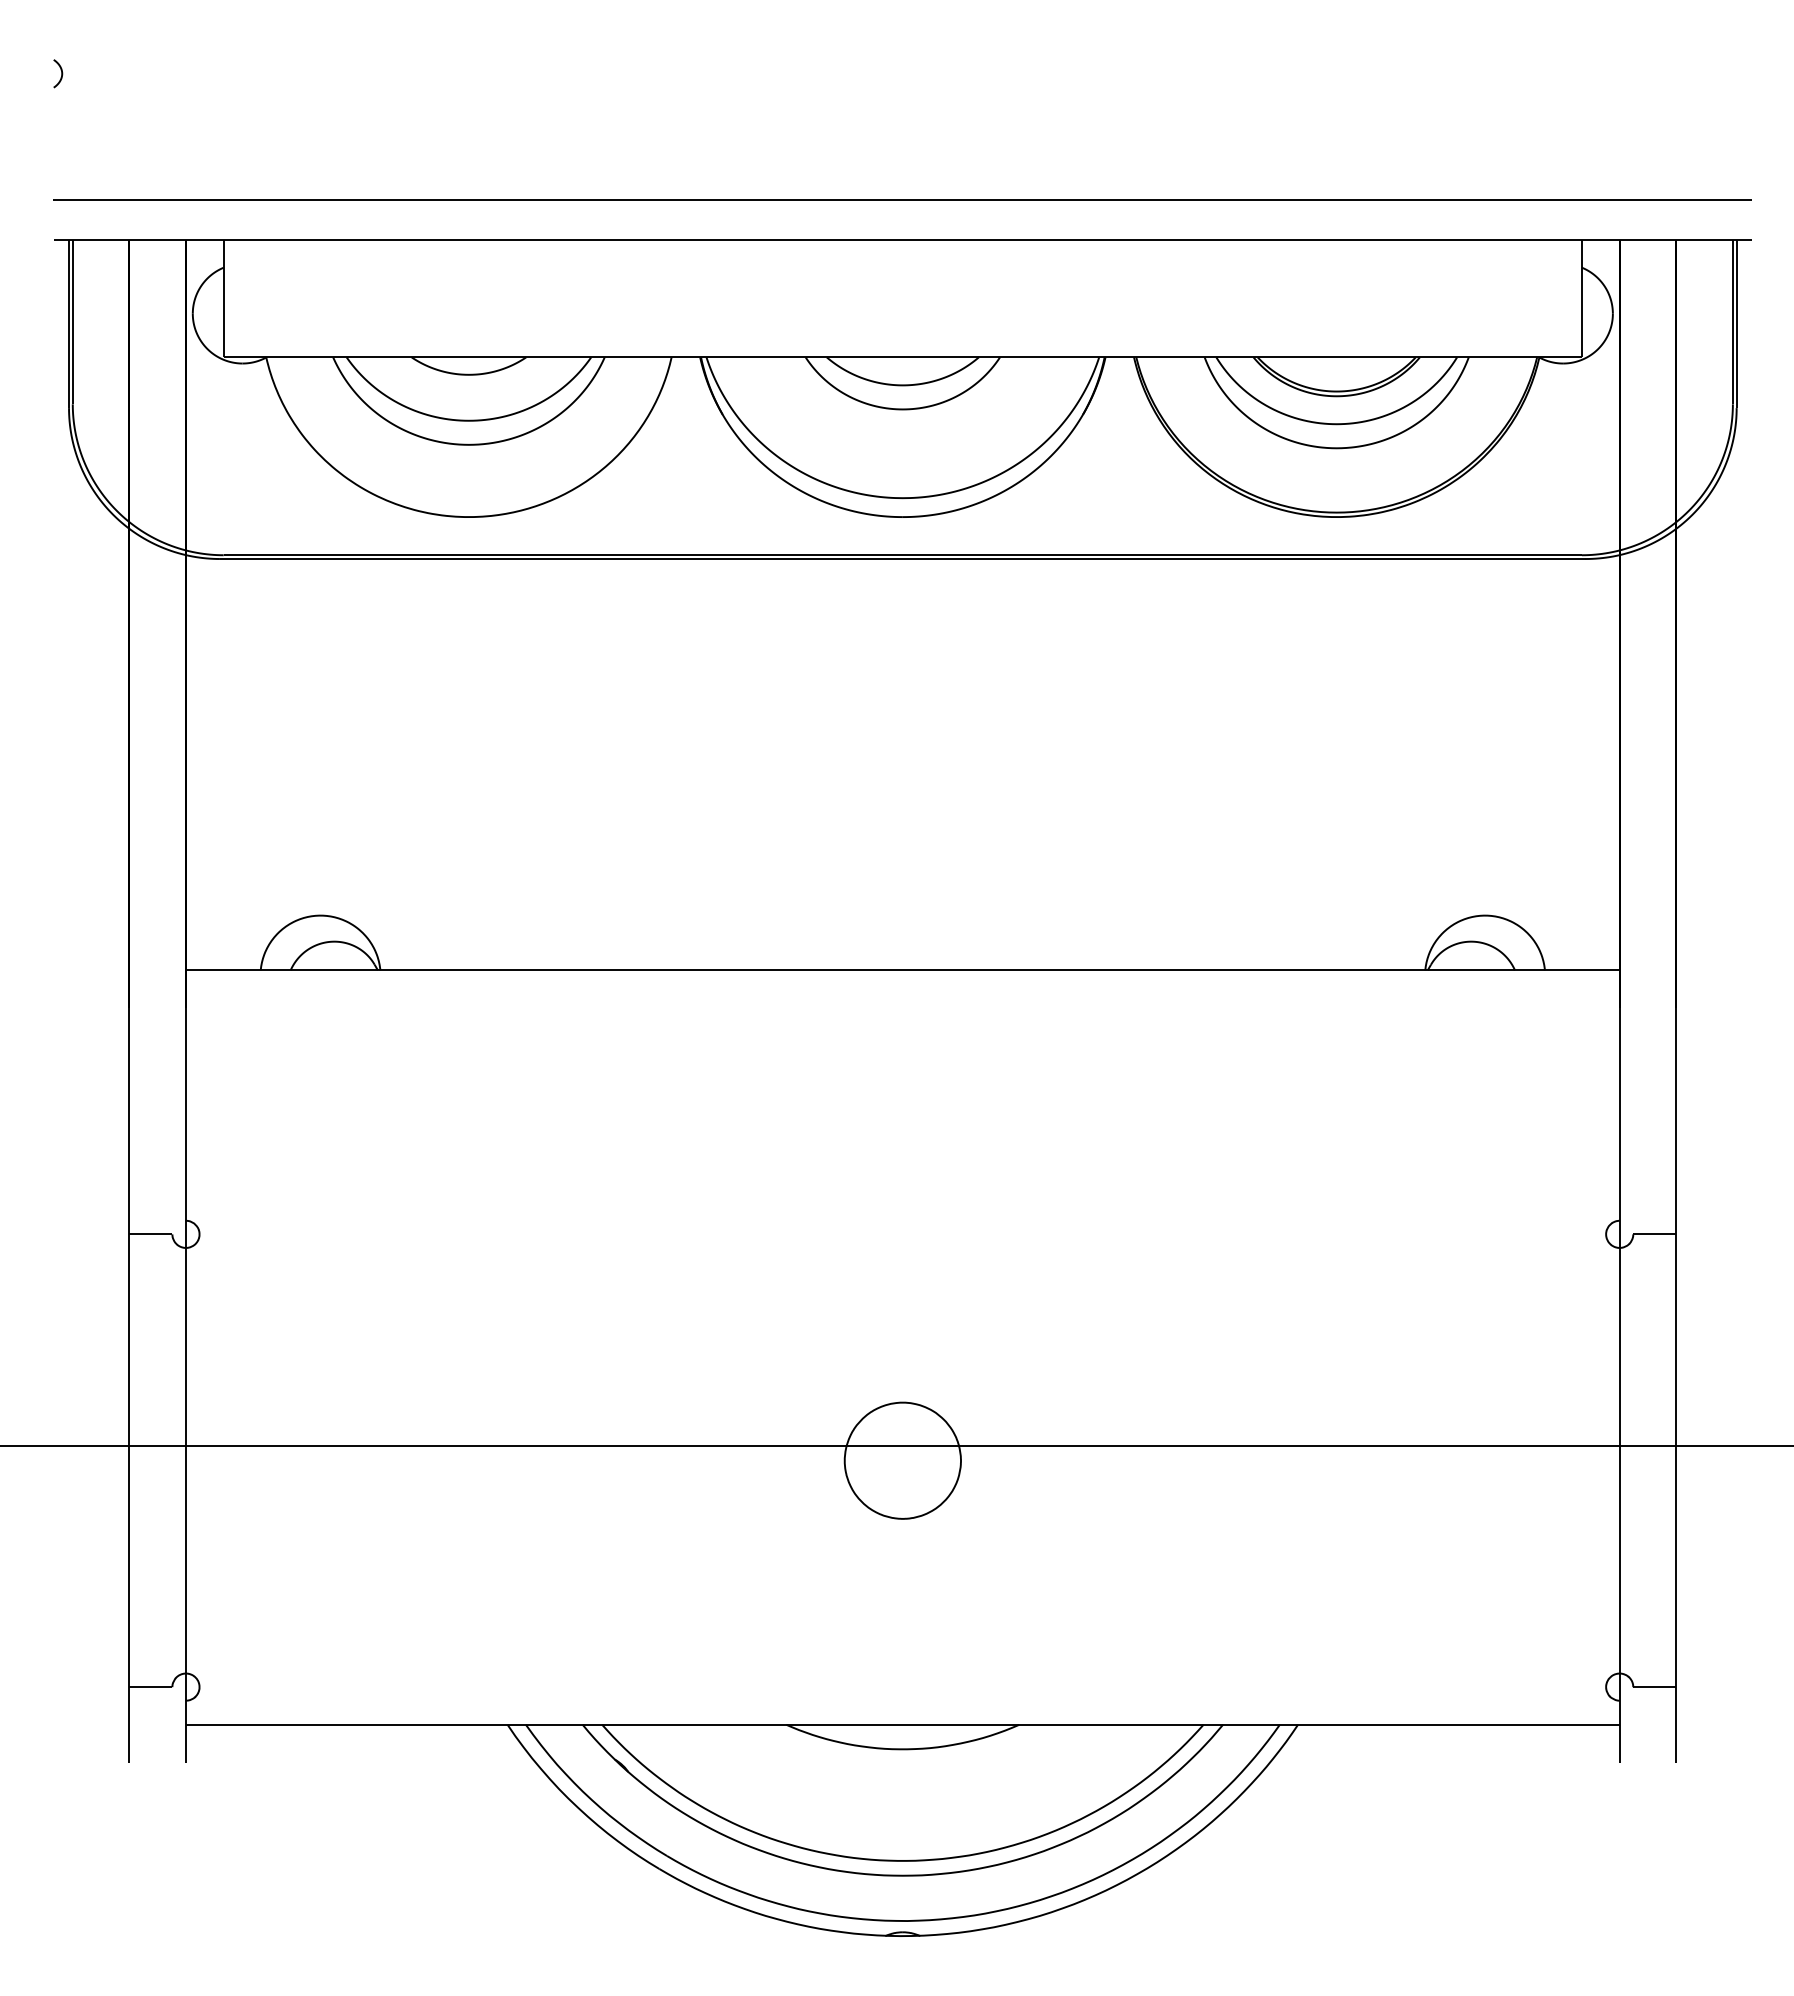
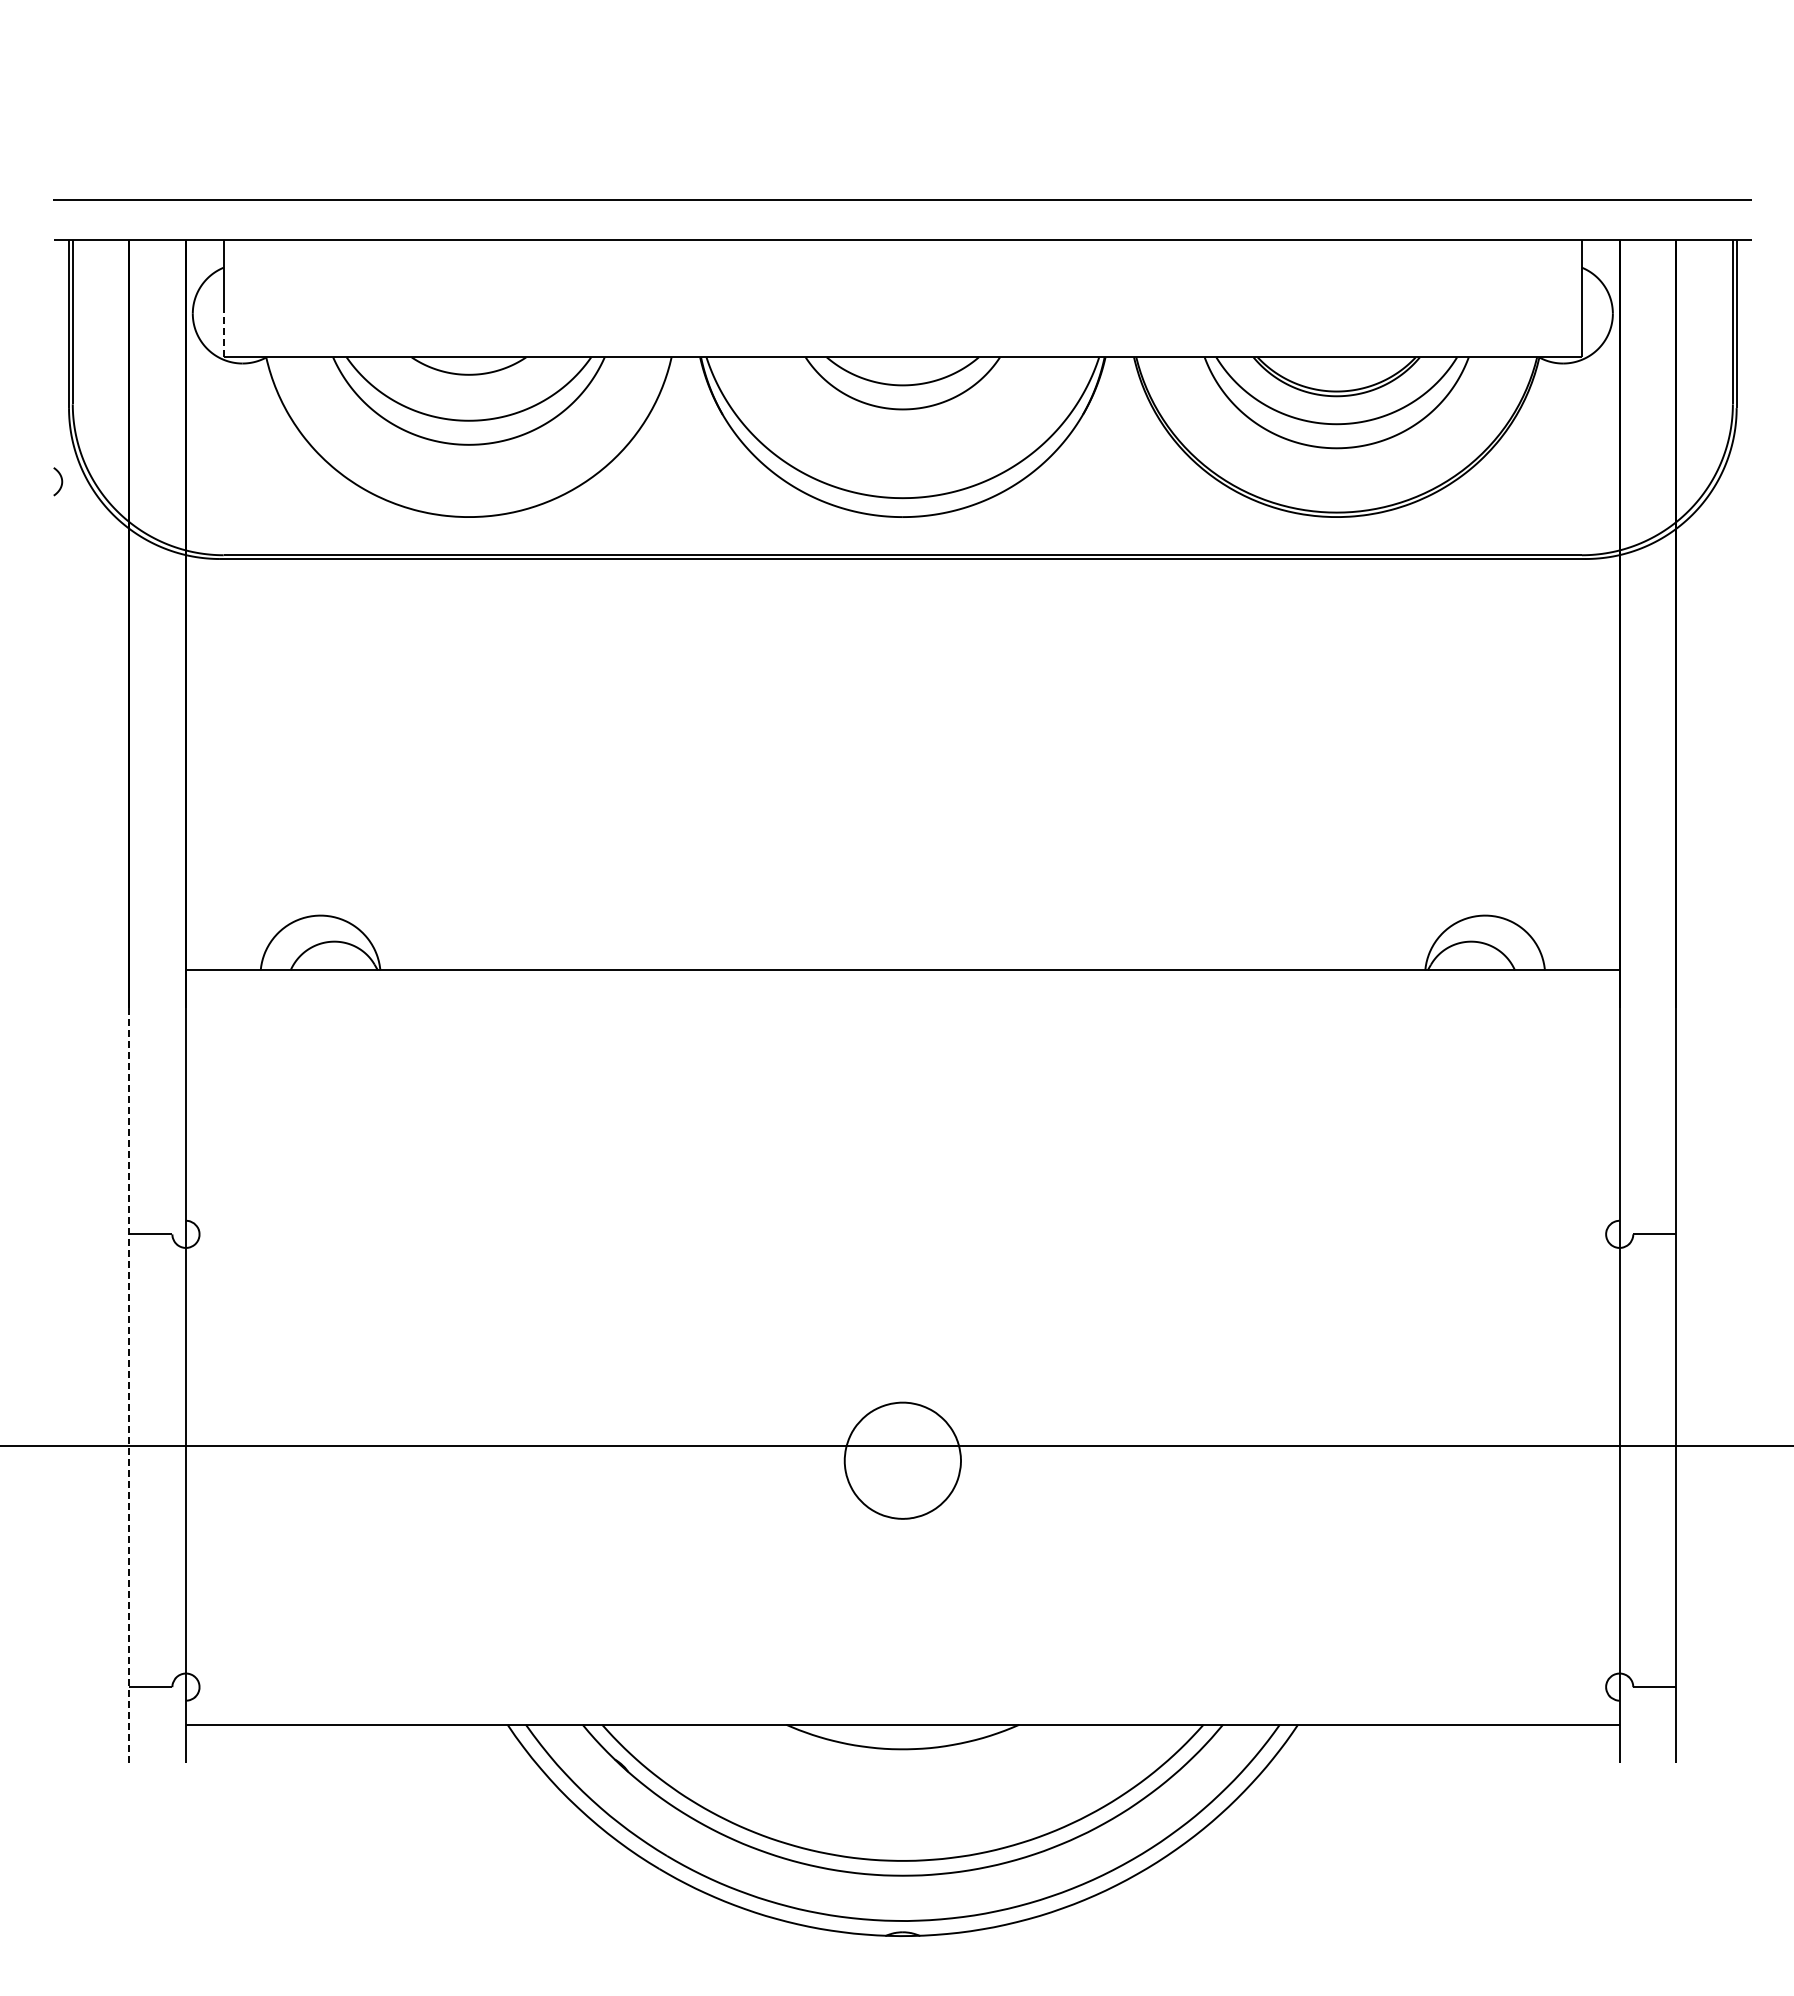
curve at (61, 73) position: (61, 73) -> (61, 481)
line at (223, 331): solid -> dashed
line at (129, 1384): solid -> dashed
